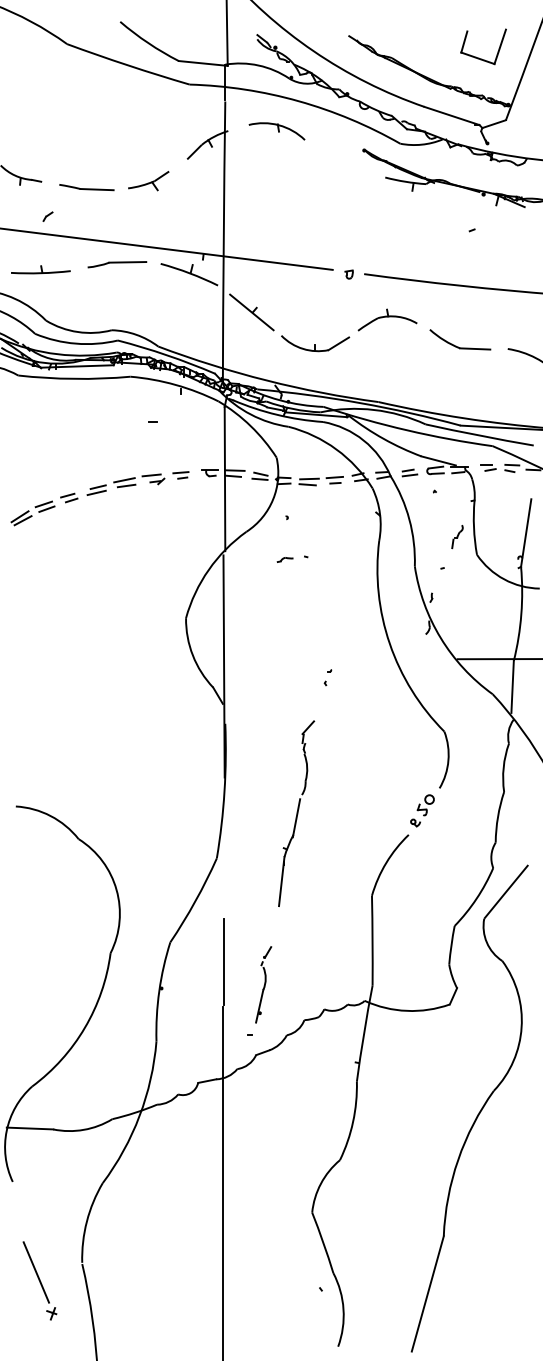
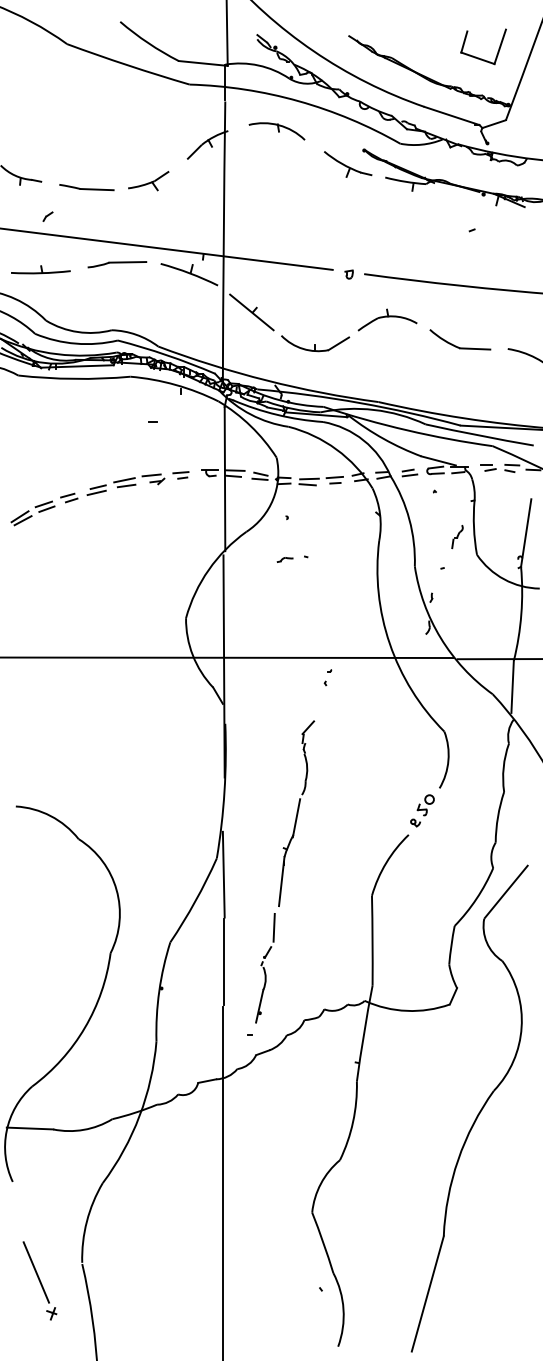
part at (348, 164): none -> present
line at (227, 657): none -> present
line at (223, 874): none -> present
line at (273, 927): none -> present
